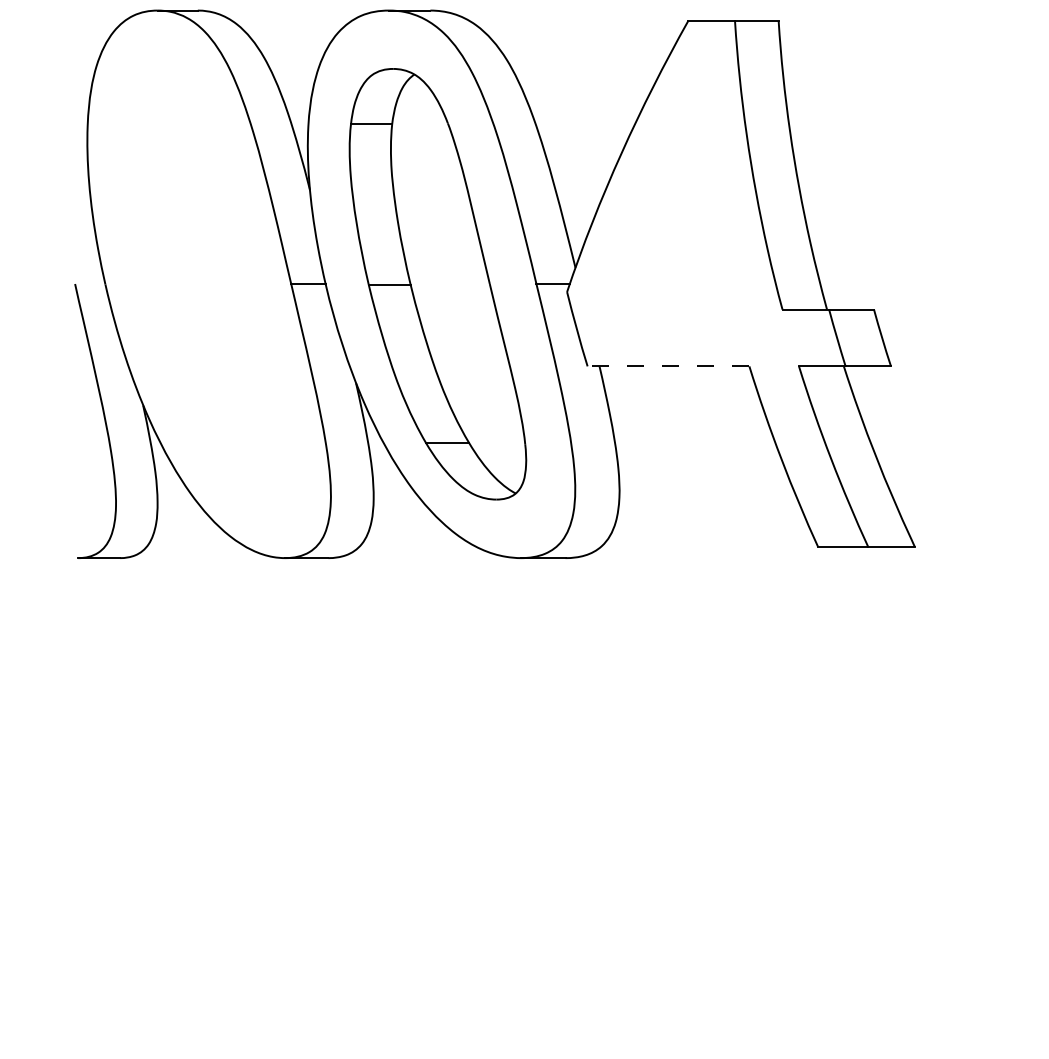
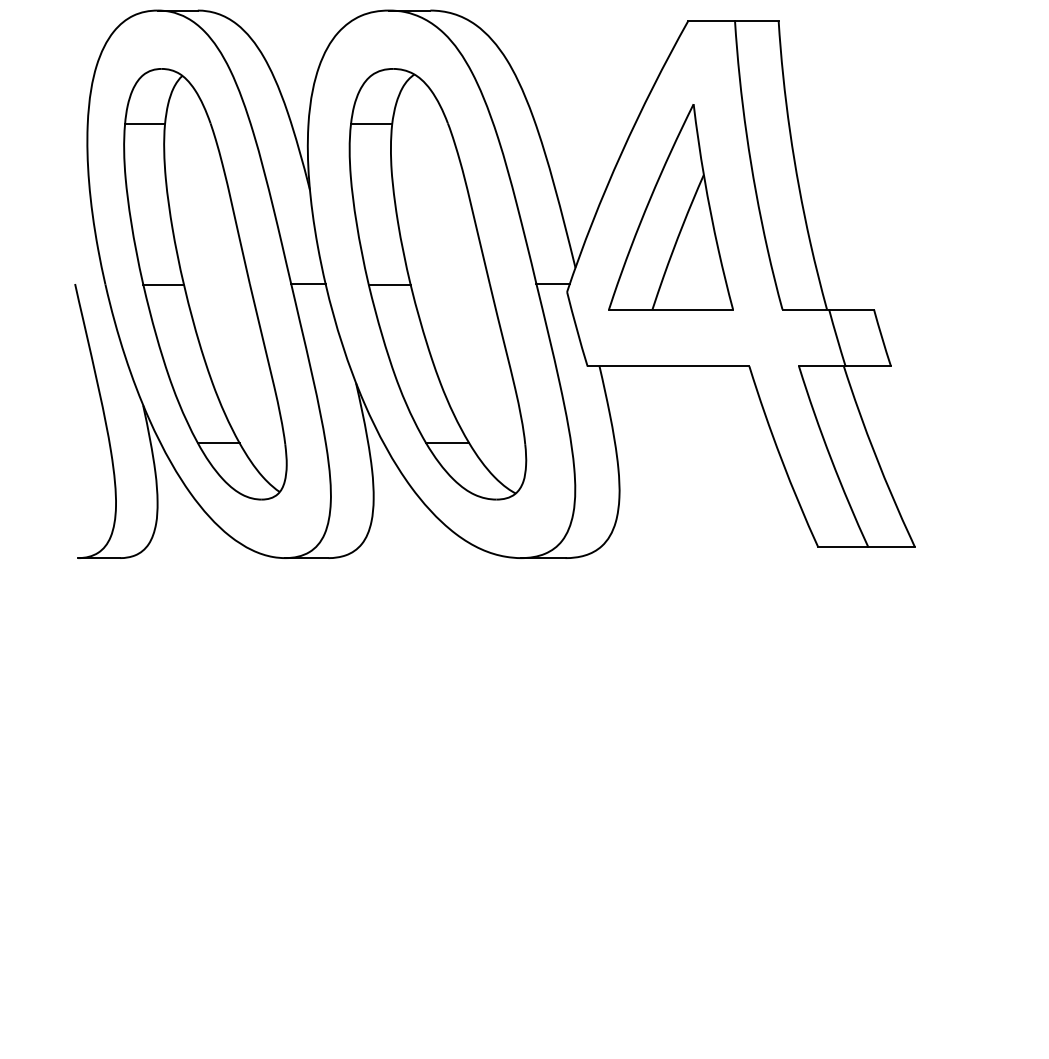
part at (670, 207): none -> present
part at (205, 284): none -> present
line at (668, 366): dashed -> solid
